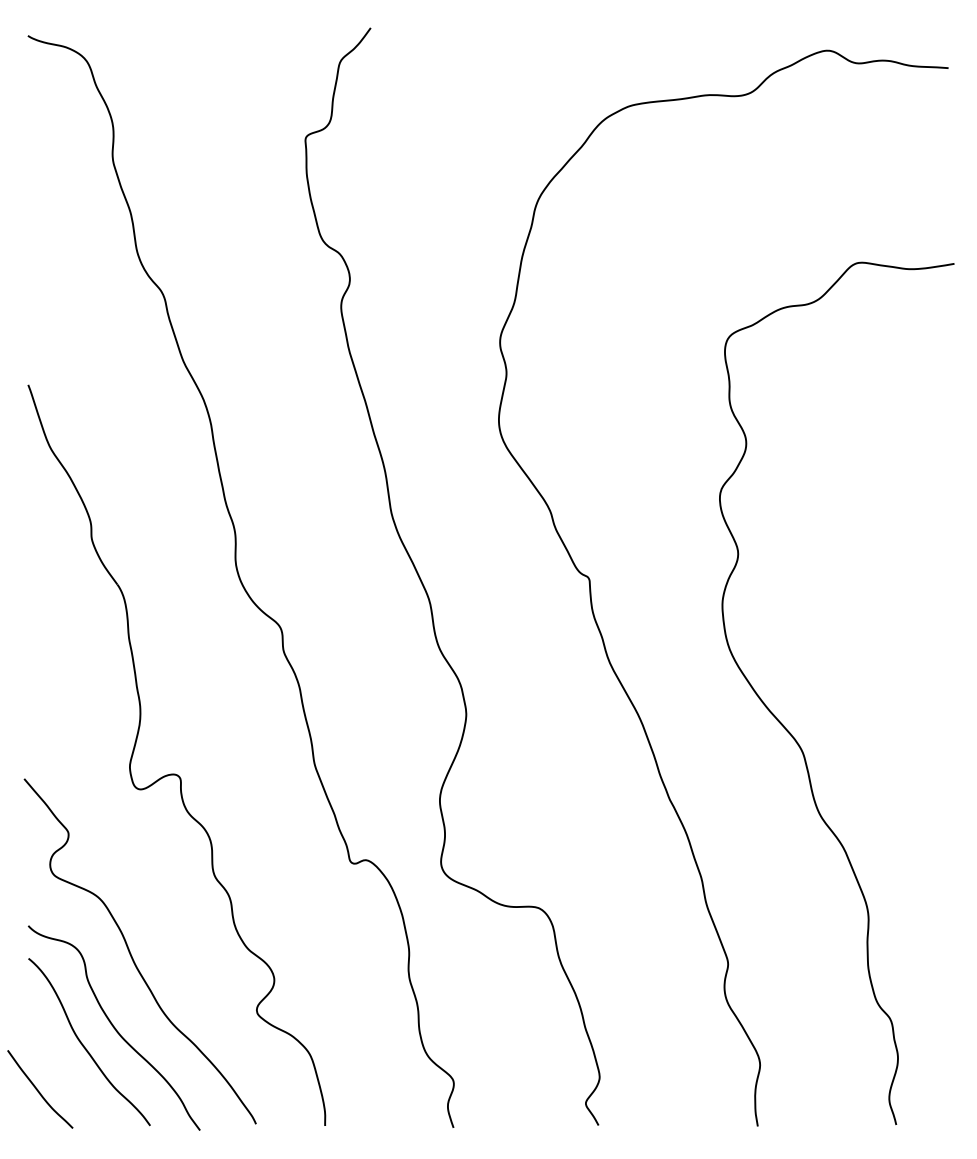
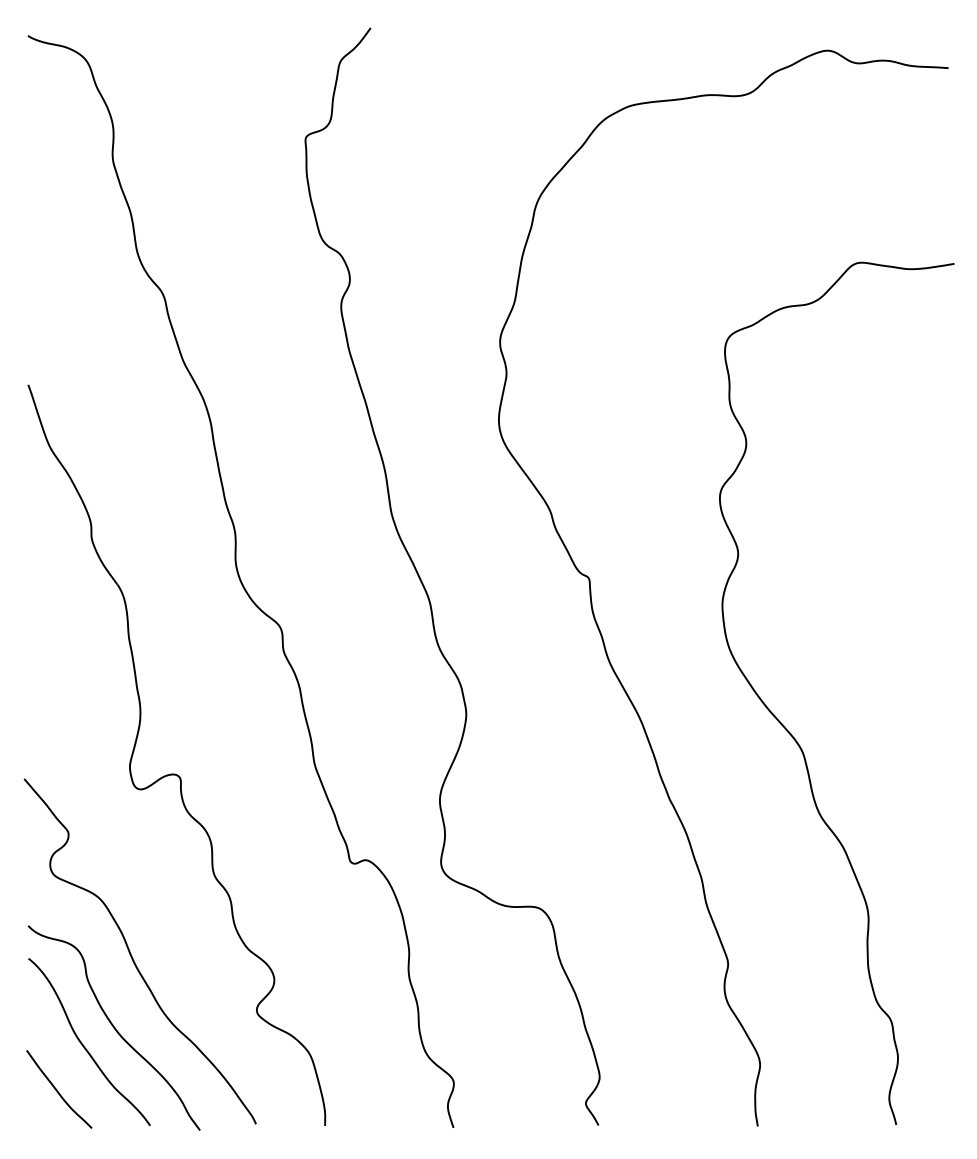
curve at (38, 1089) position: (38, 1089) -> (57, 1089)
